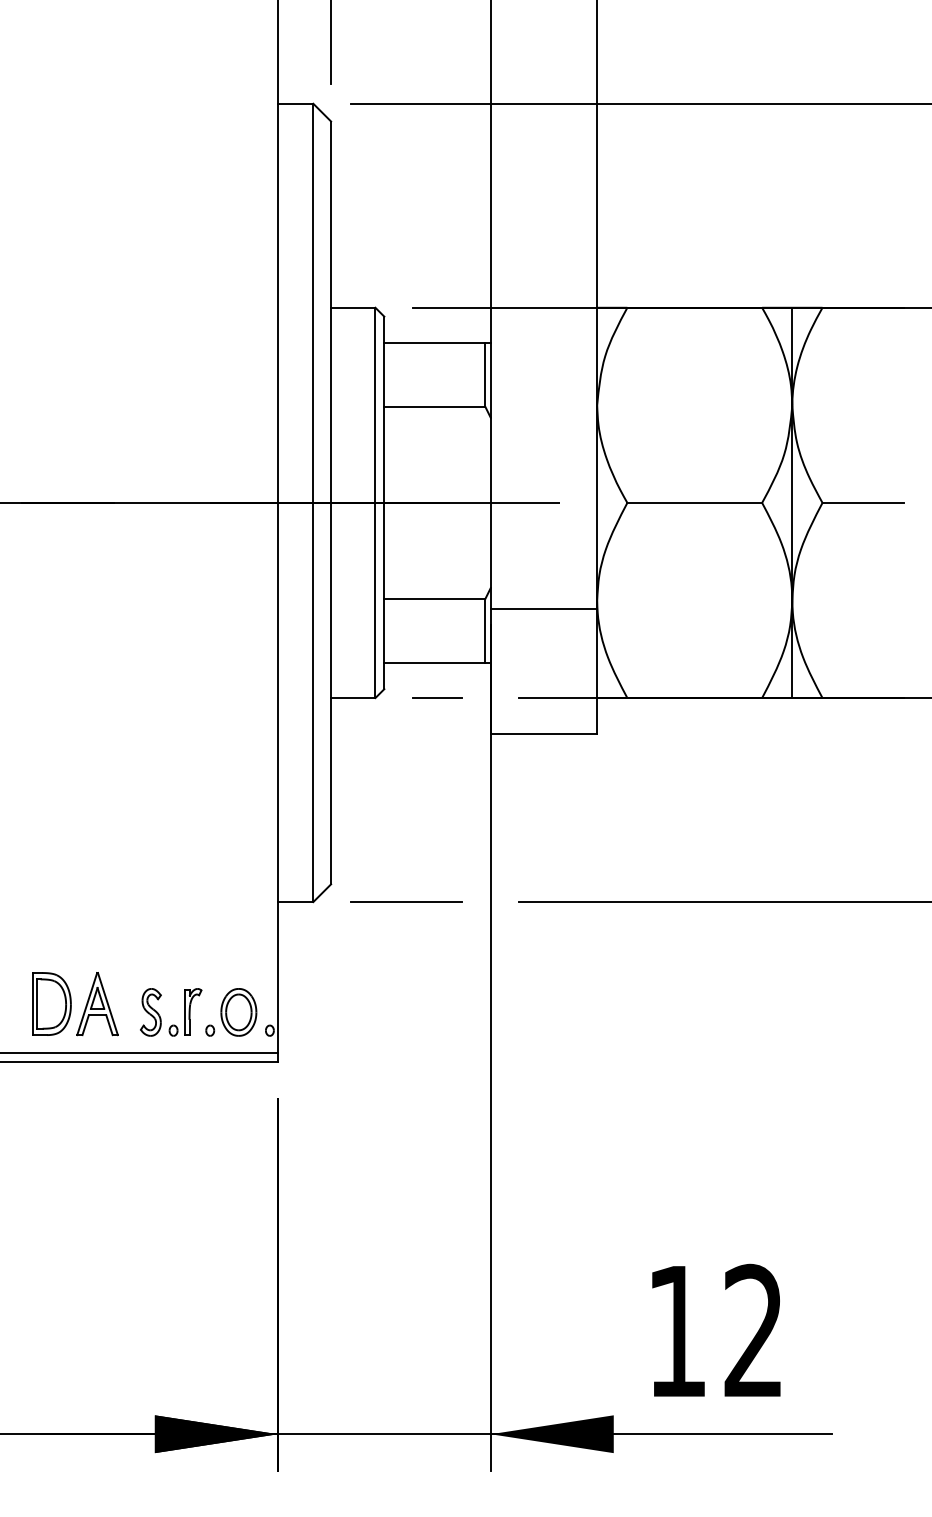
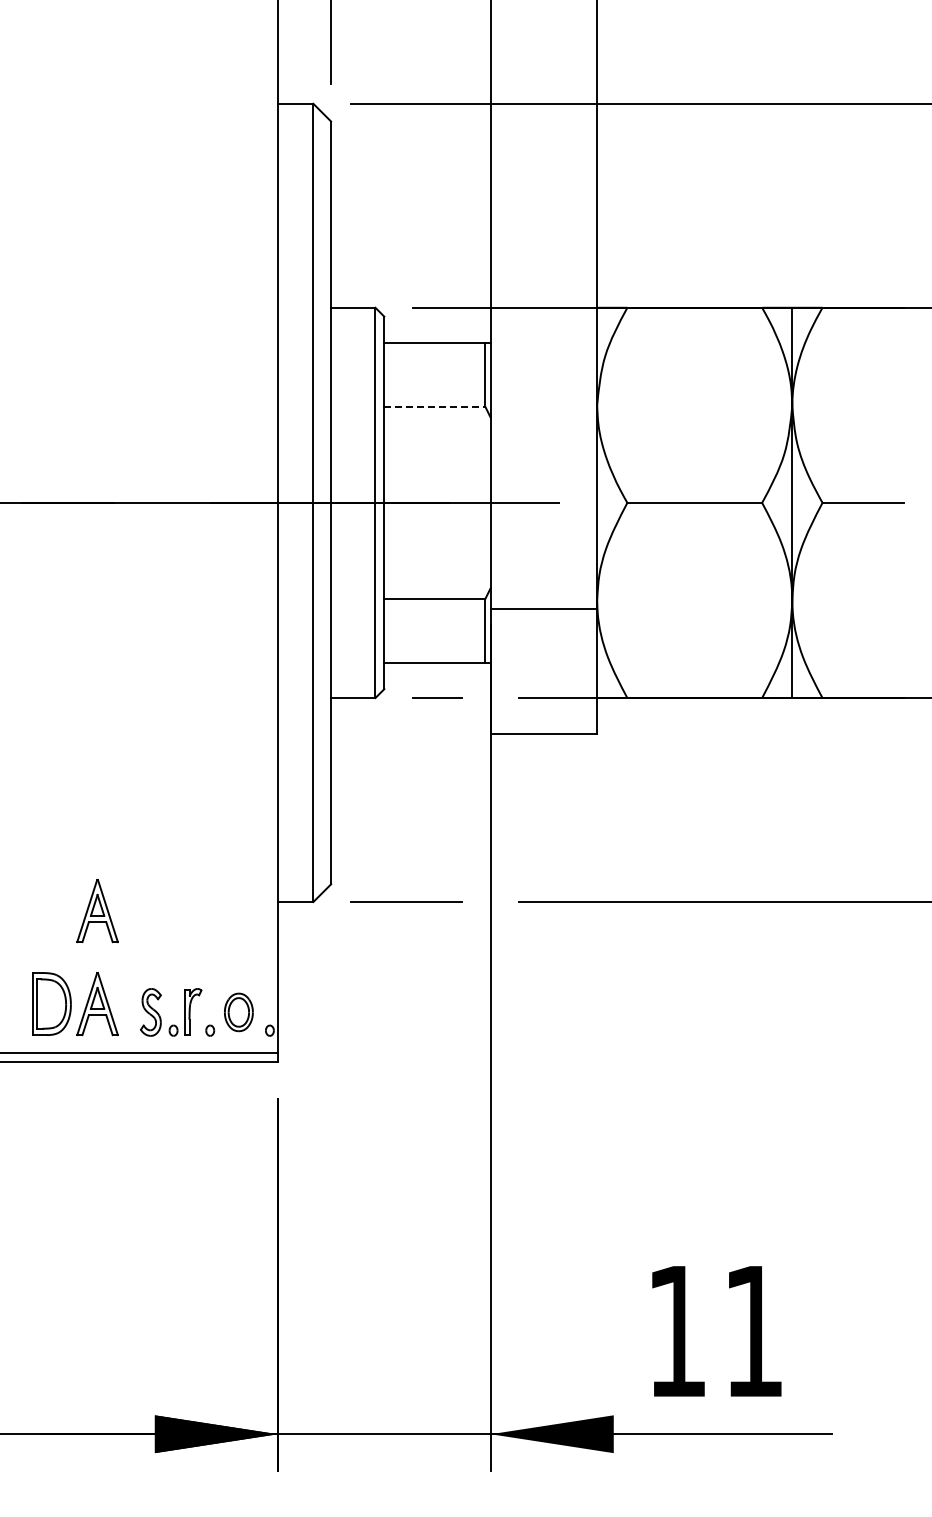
line at (434, 406): solid -> dashed
part at (97, 911): none -> present
part at (238, 1012) size: 38x49 px -> 30x41 px
text at (752, 1329): 12 -> 11
